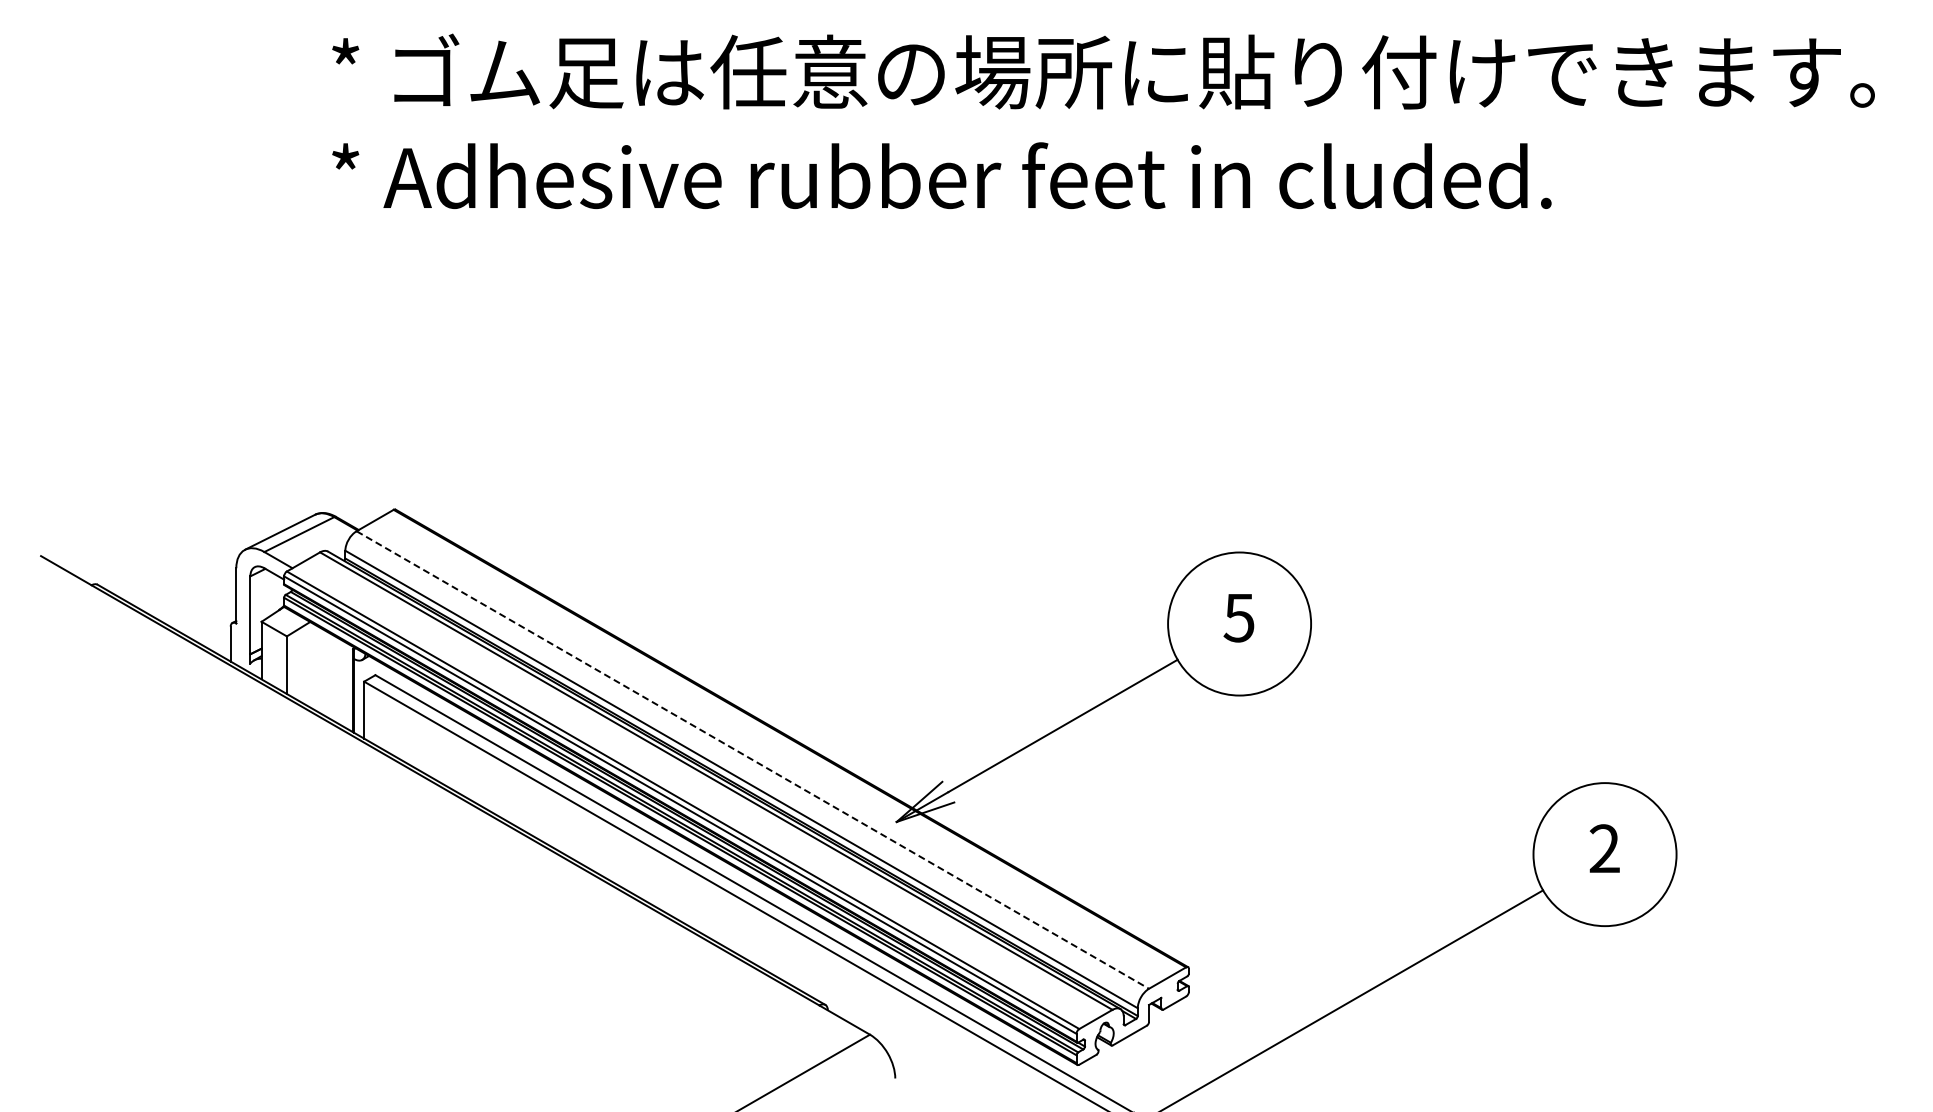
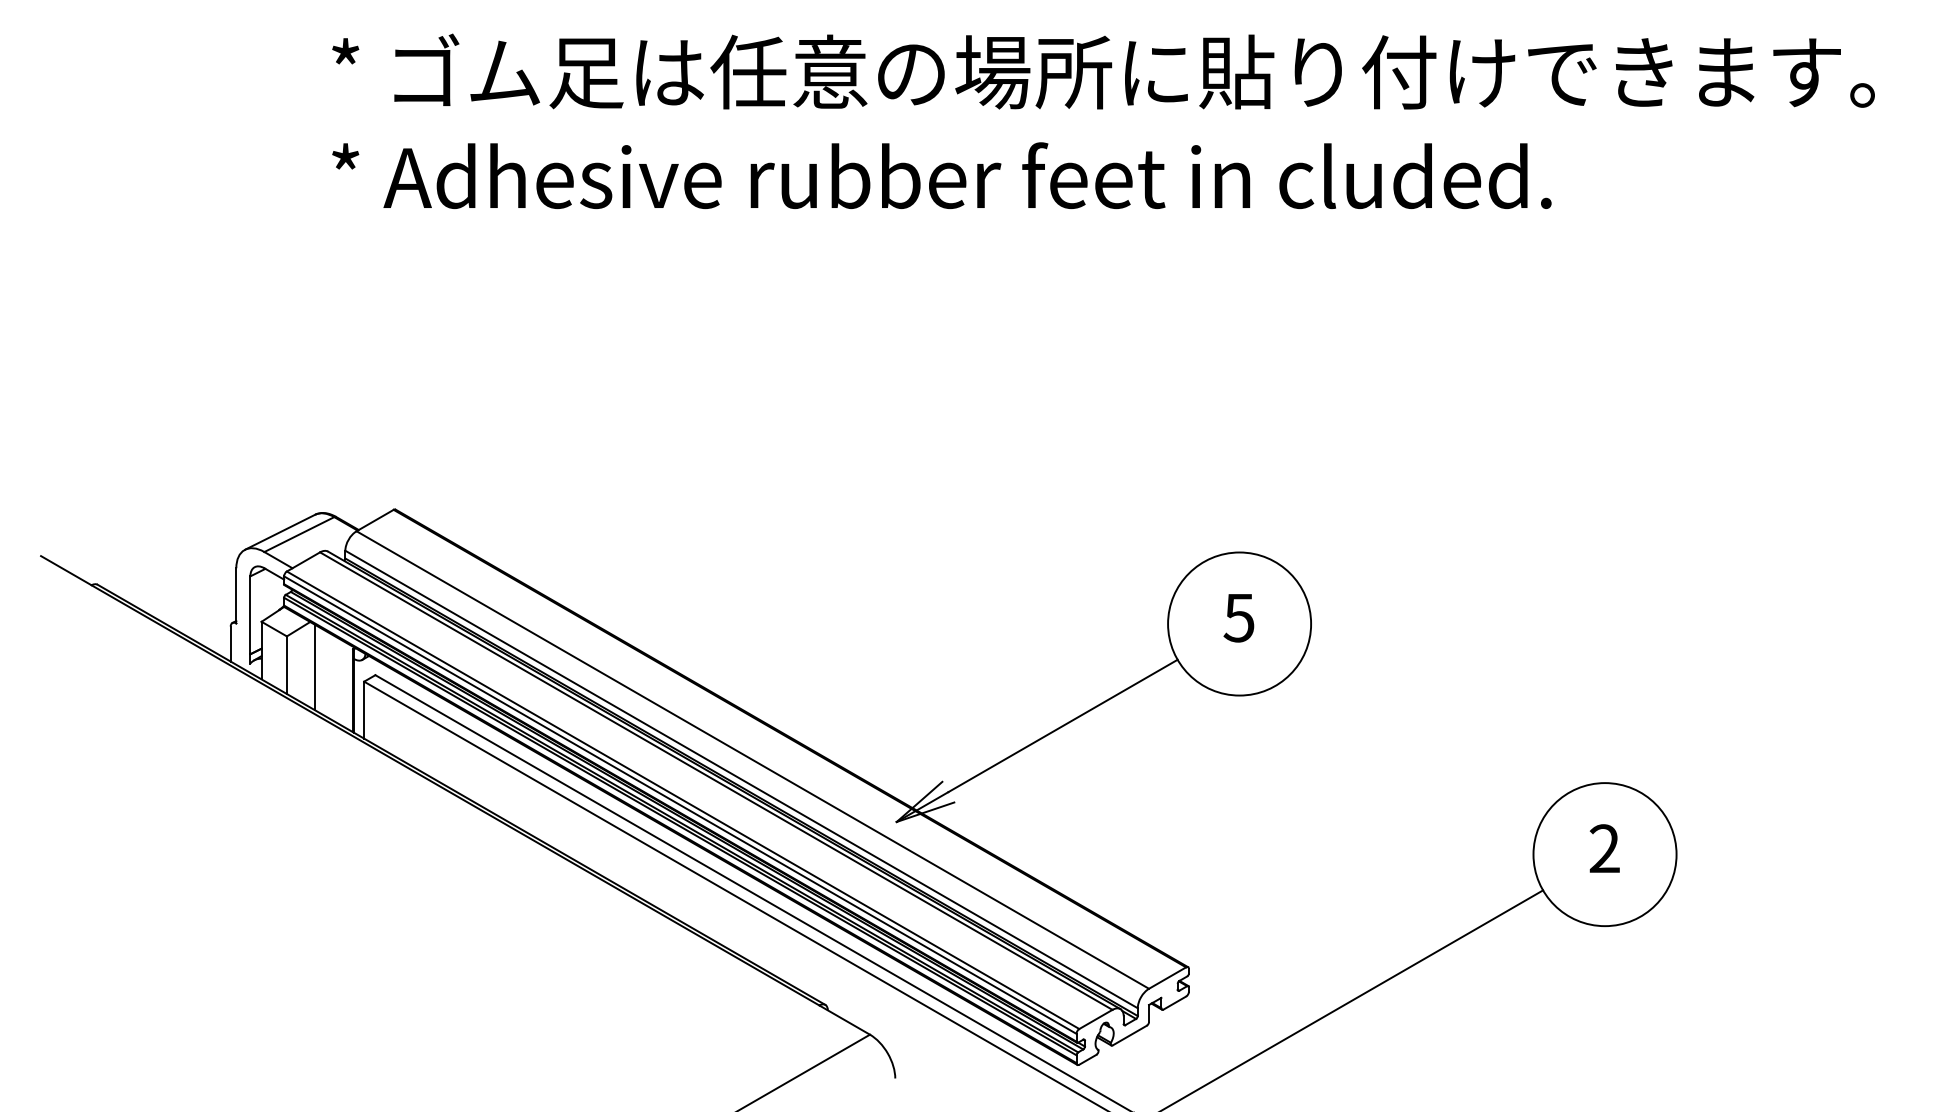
line at (315, 667): none -> present
line at (752, 760): dashed -> solid
